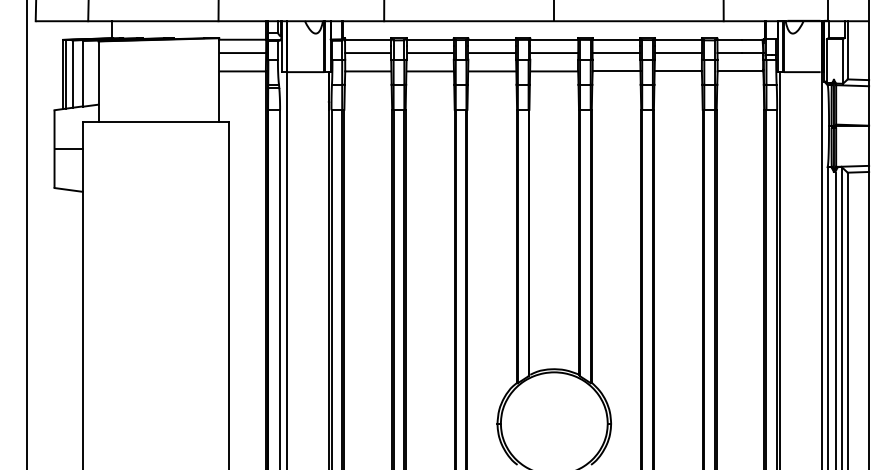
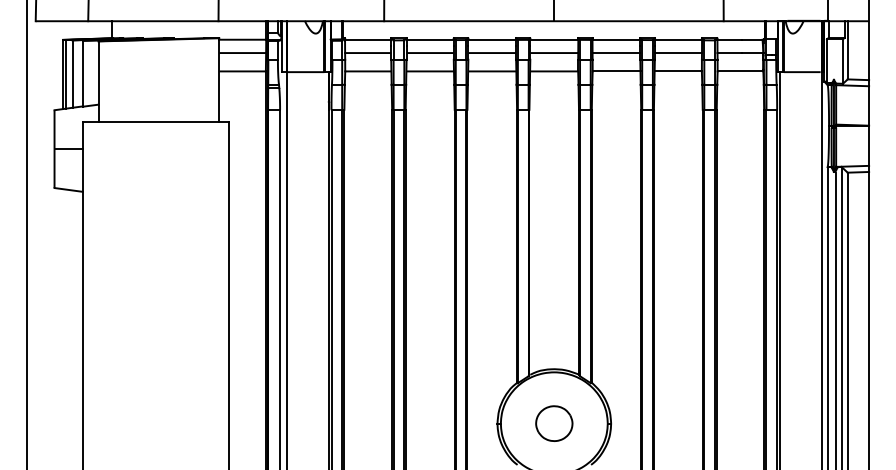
part at (554, 423): none -> present
